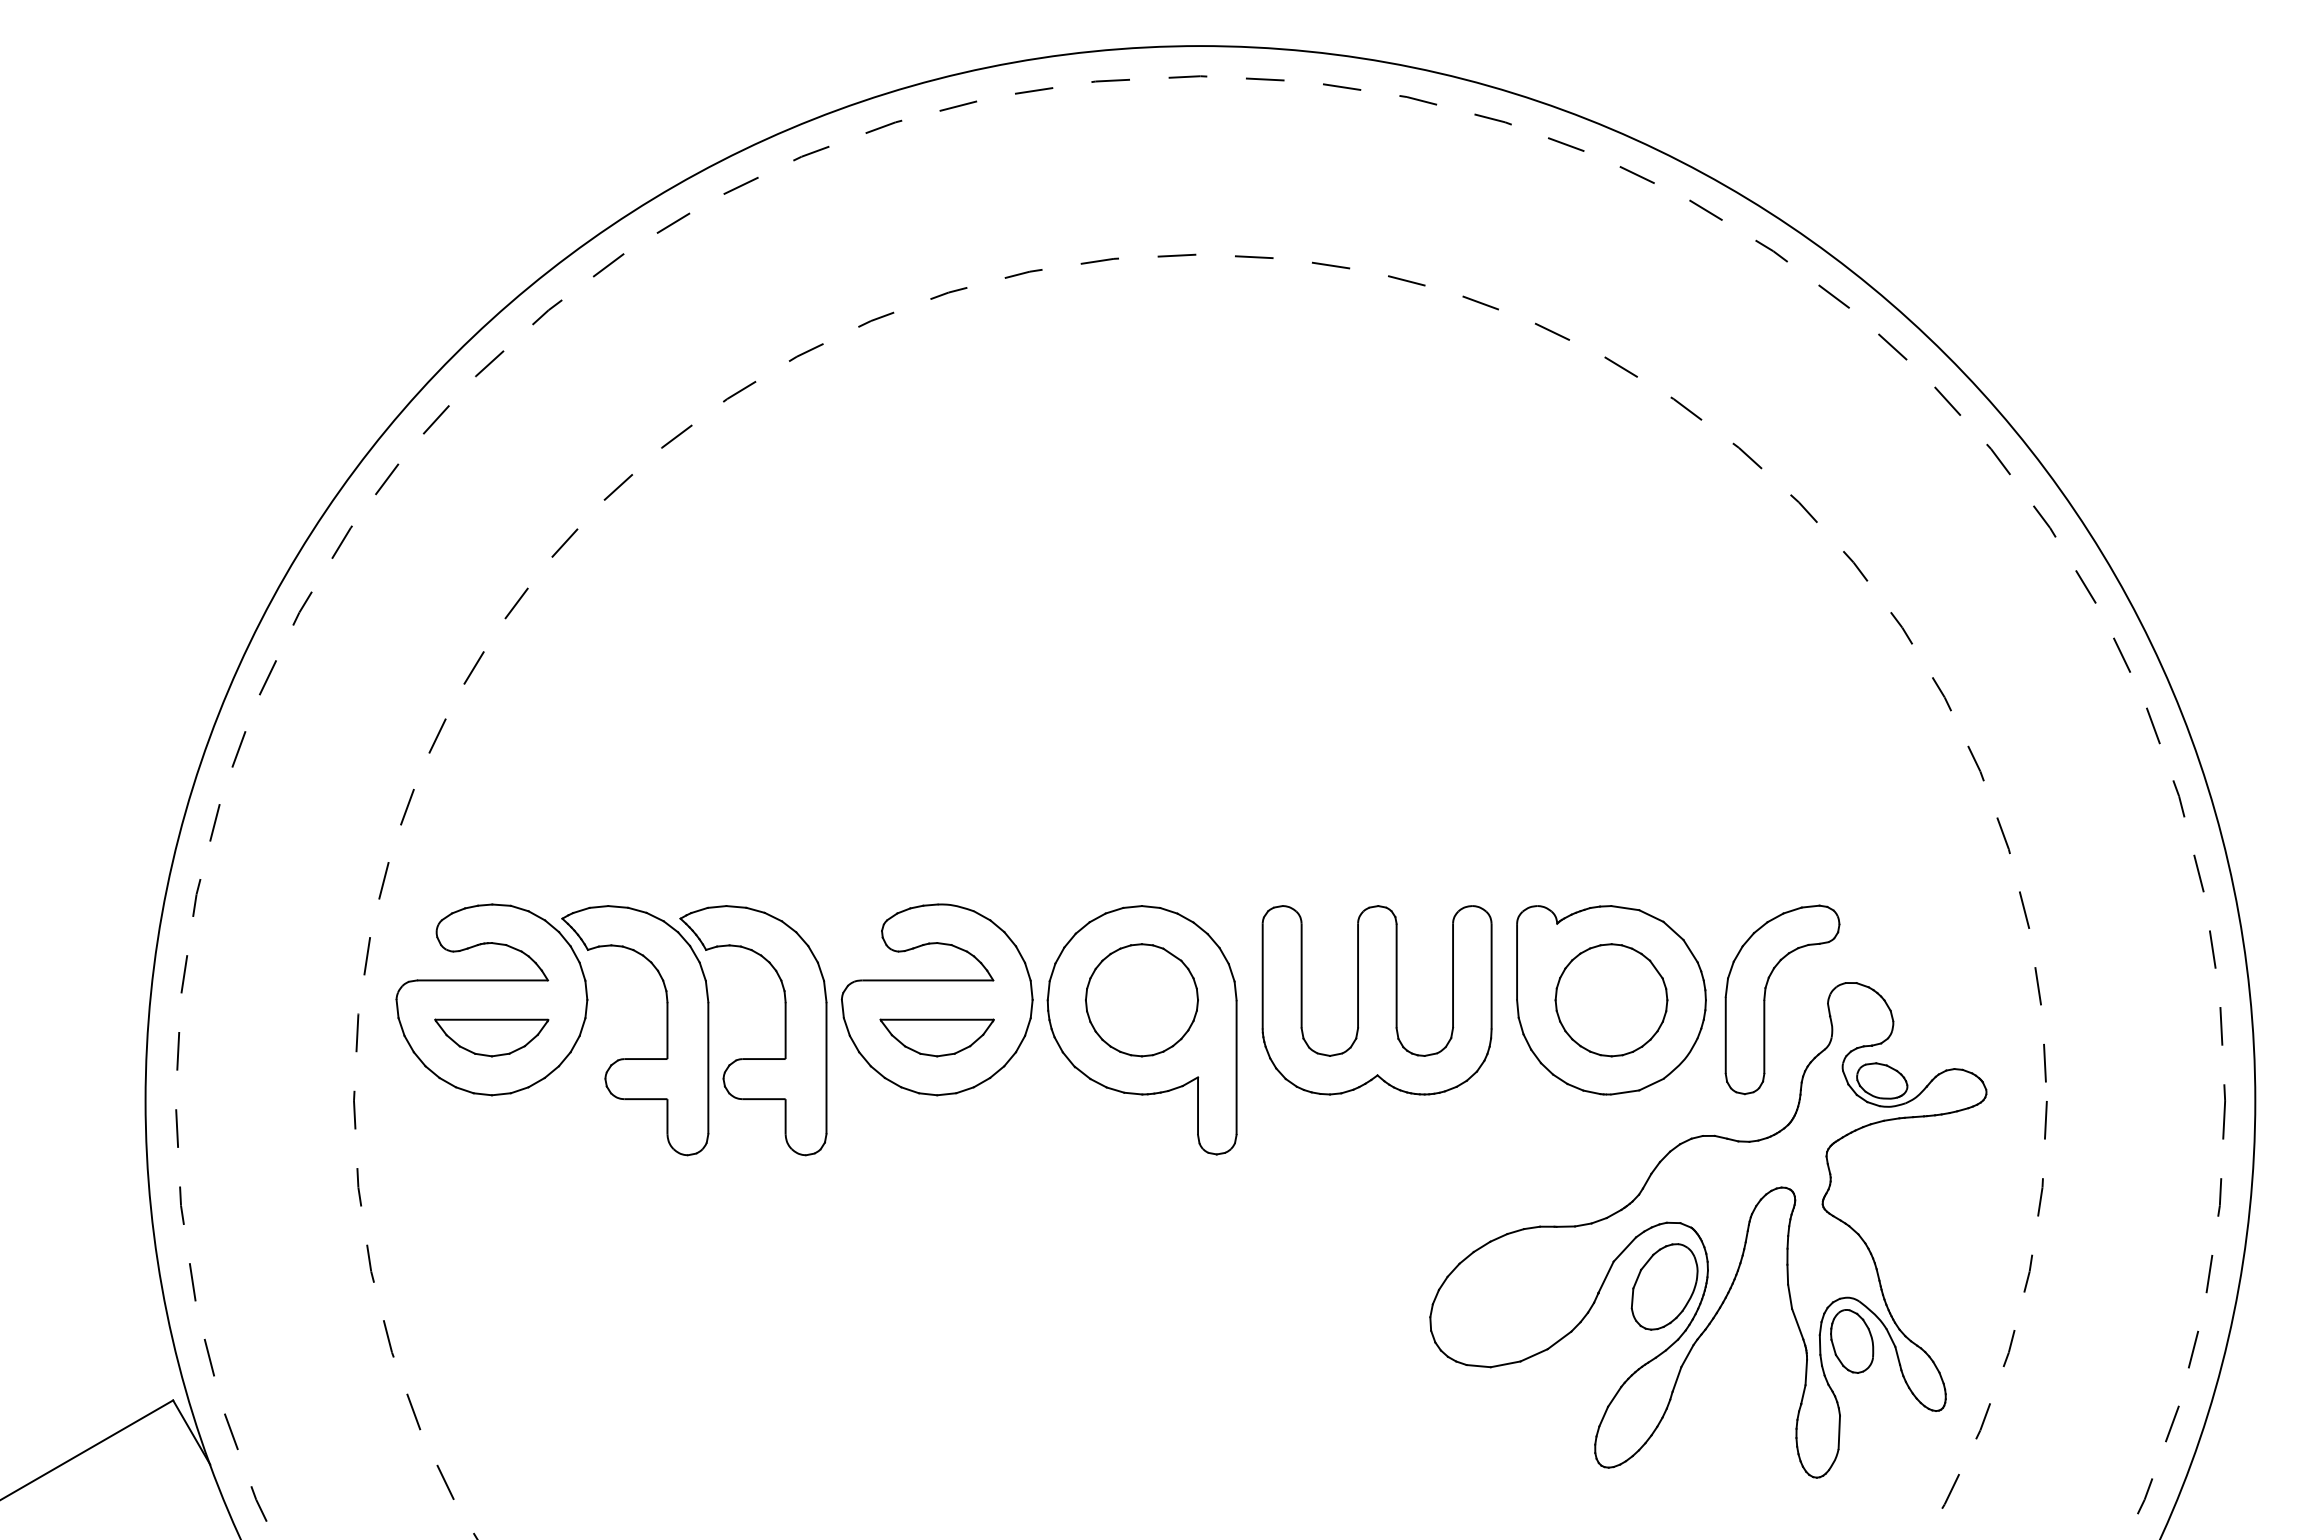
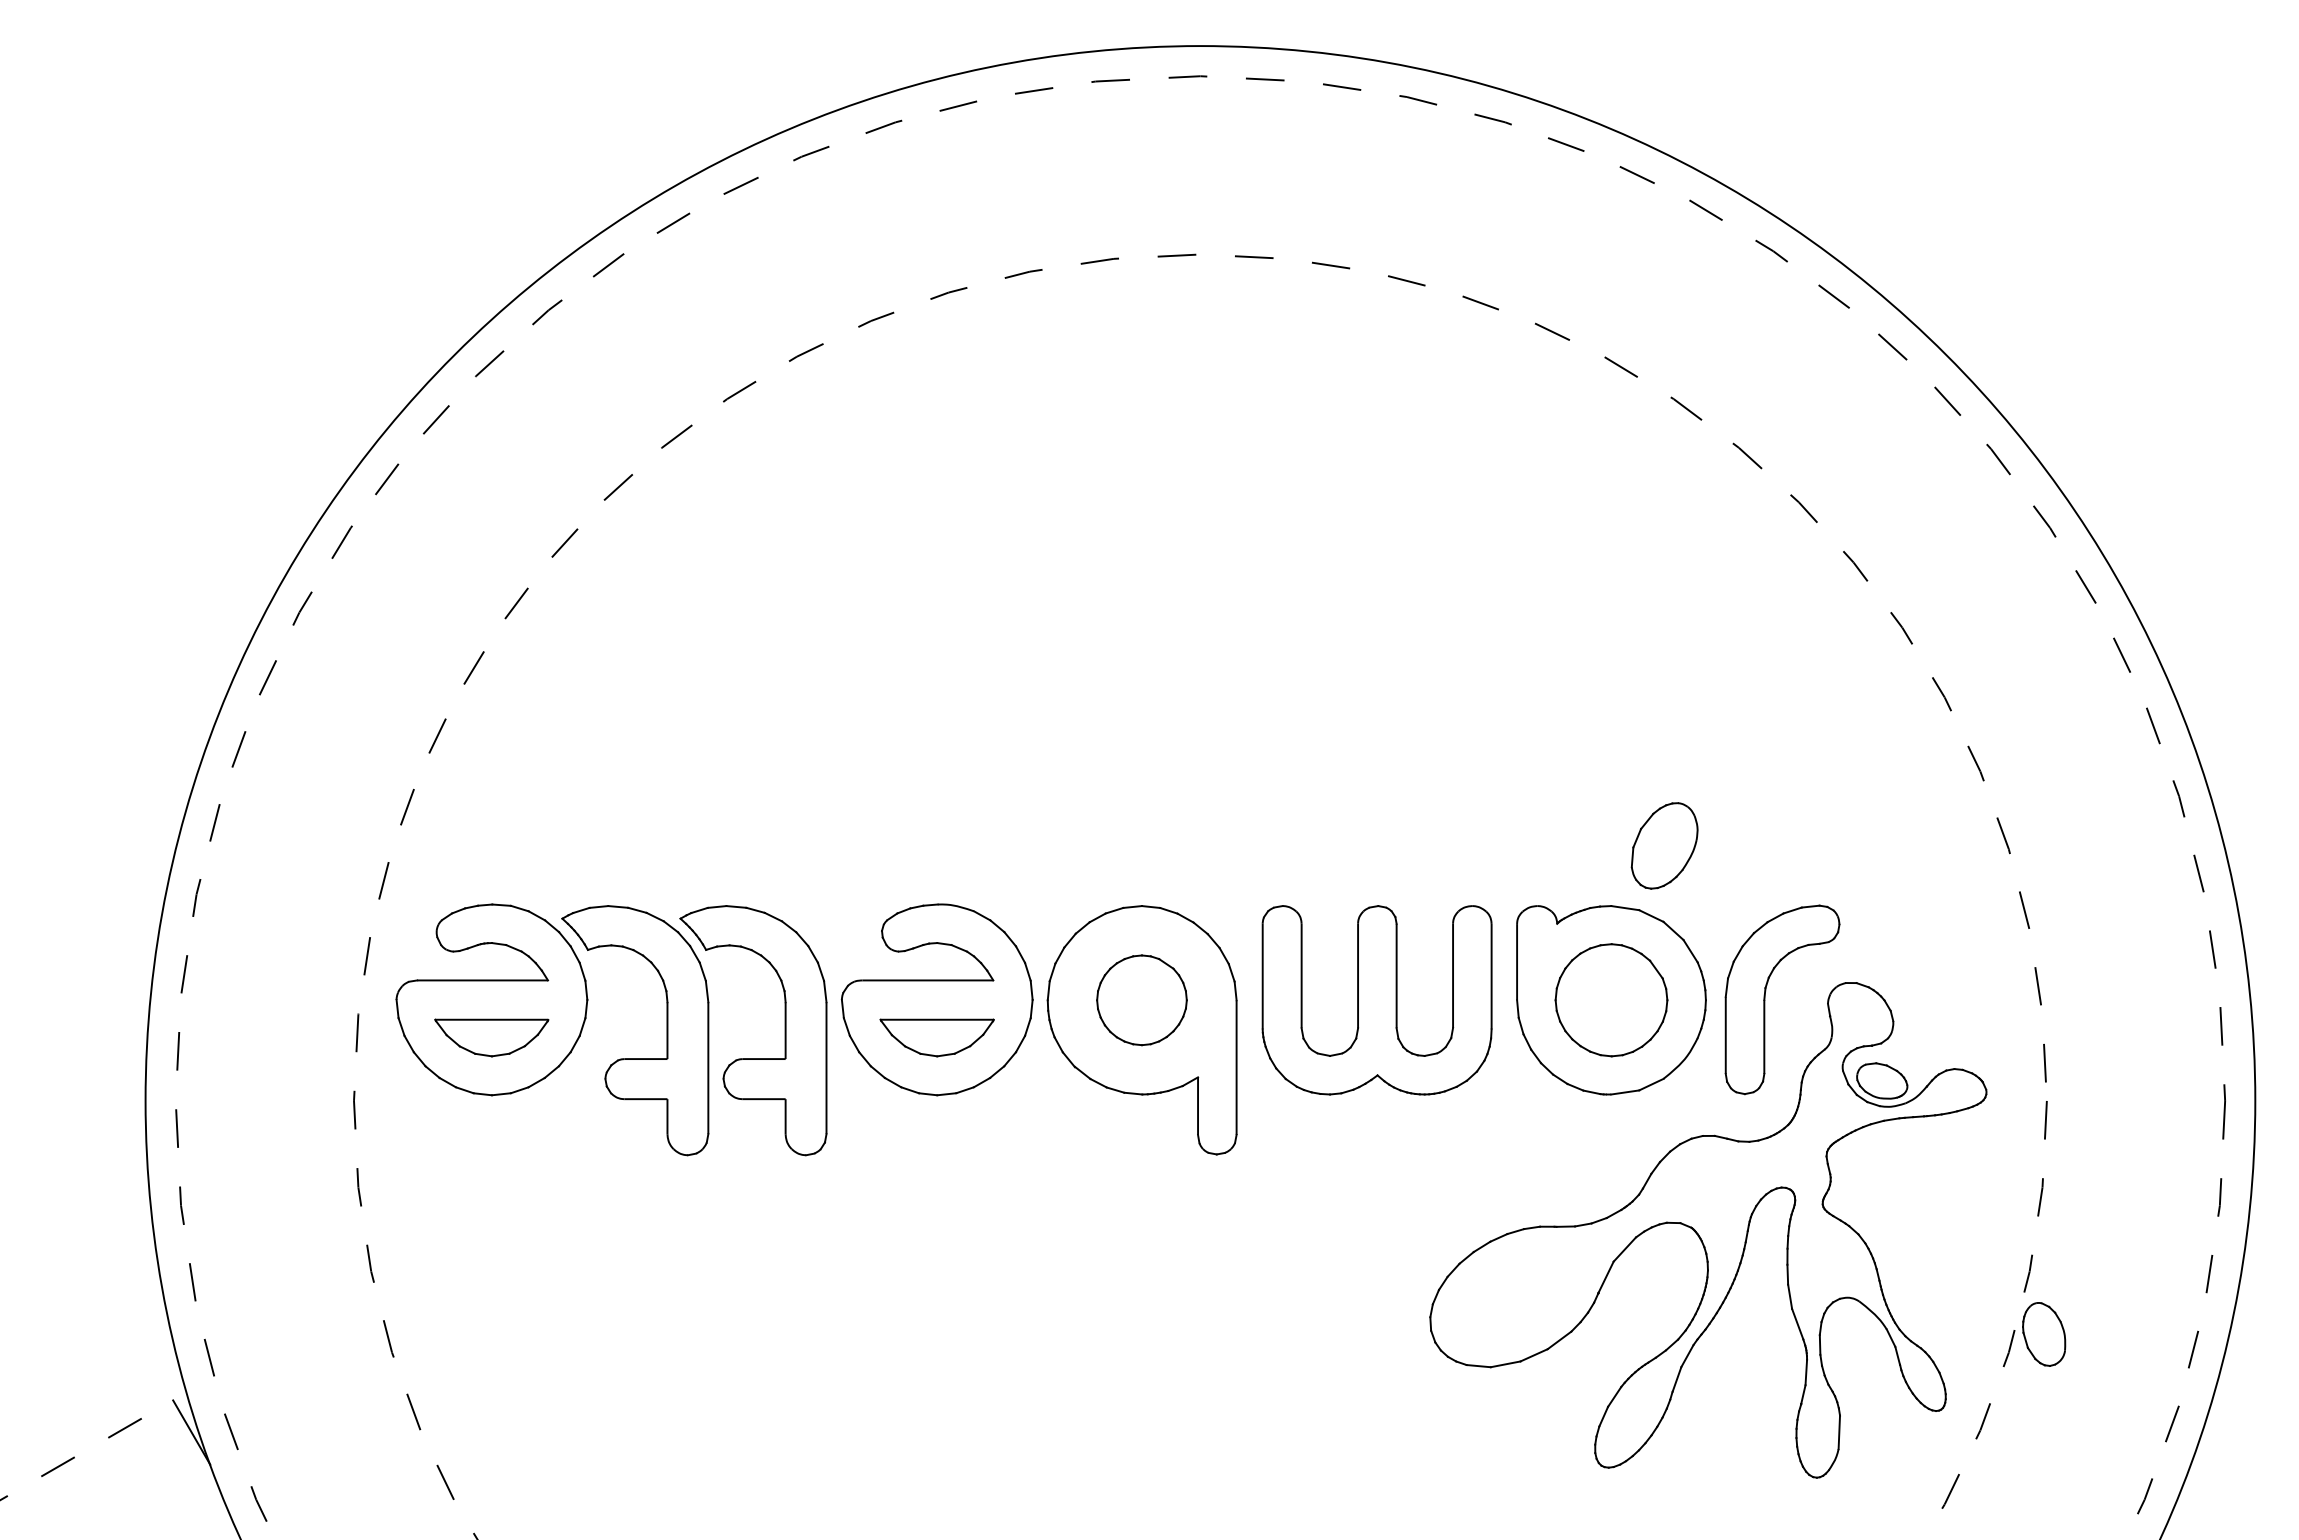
part at (1141, 1000) size: 114x115 px -> 92x93 px
part at (1664, 1286) position: (1664, 1286) -> (1664, 845)
part at (1852, 1341) position: (1852, 1341) -> (2044, 1334)
line at (87, 1449): solid -> dashed
